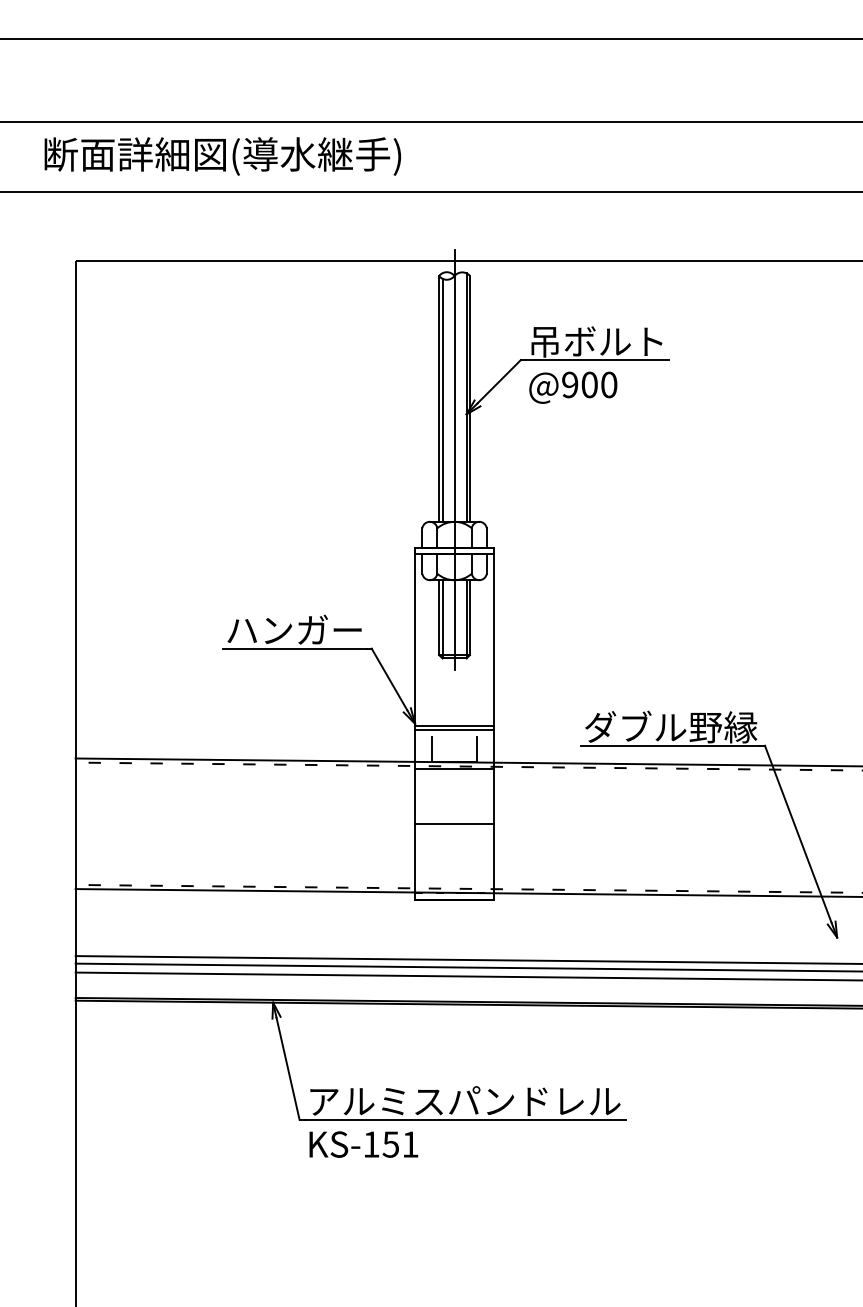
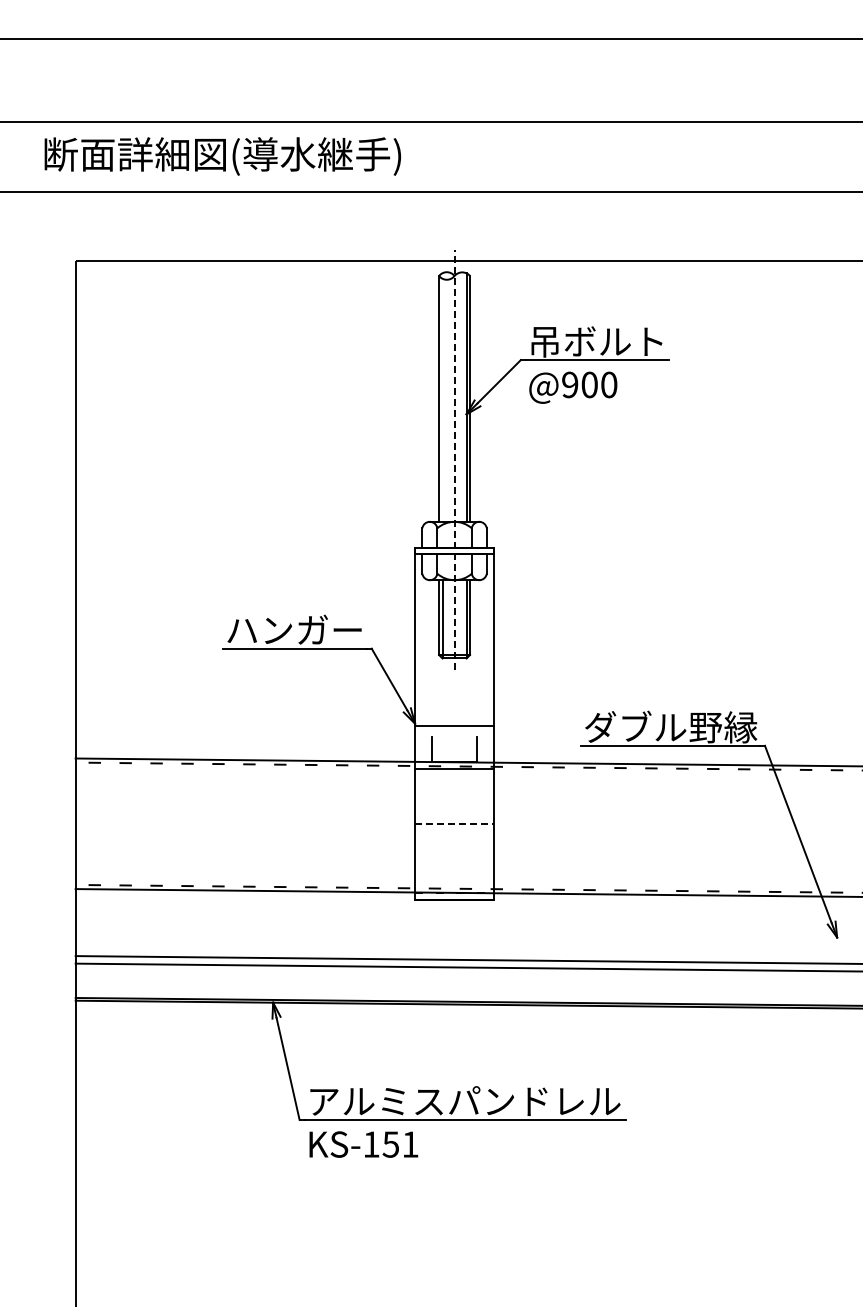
line at (442, 399): present -> none
line at (454, 460): solid -> dashed
line at (454, 729): present -> none
line at (454, 823): solid -> dashed
line at (467, 976): present -> none
